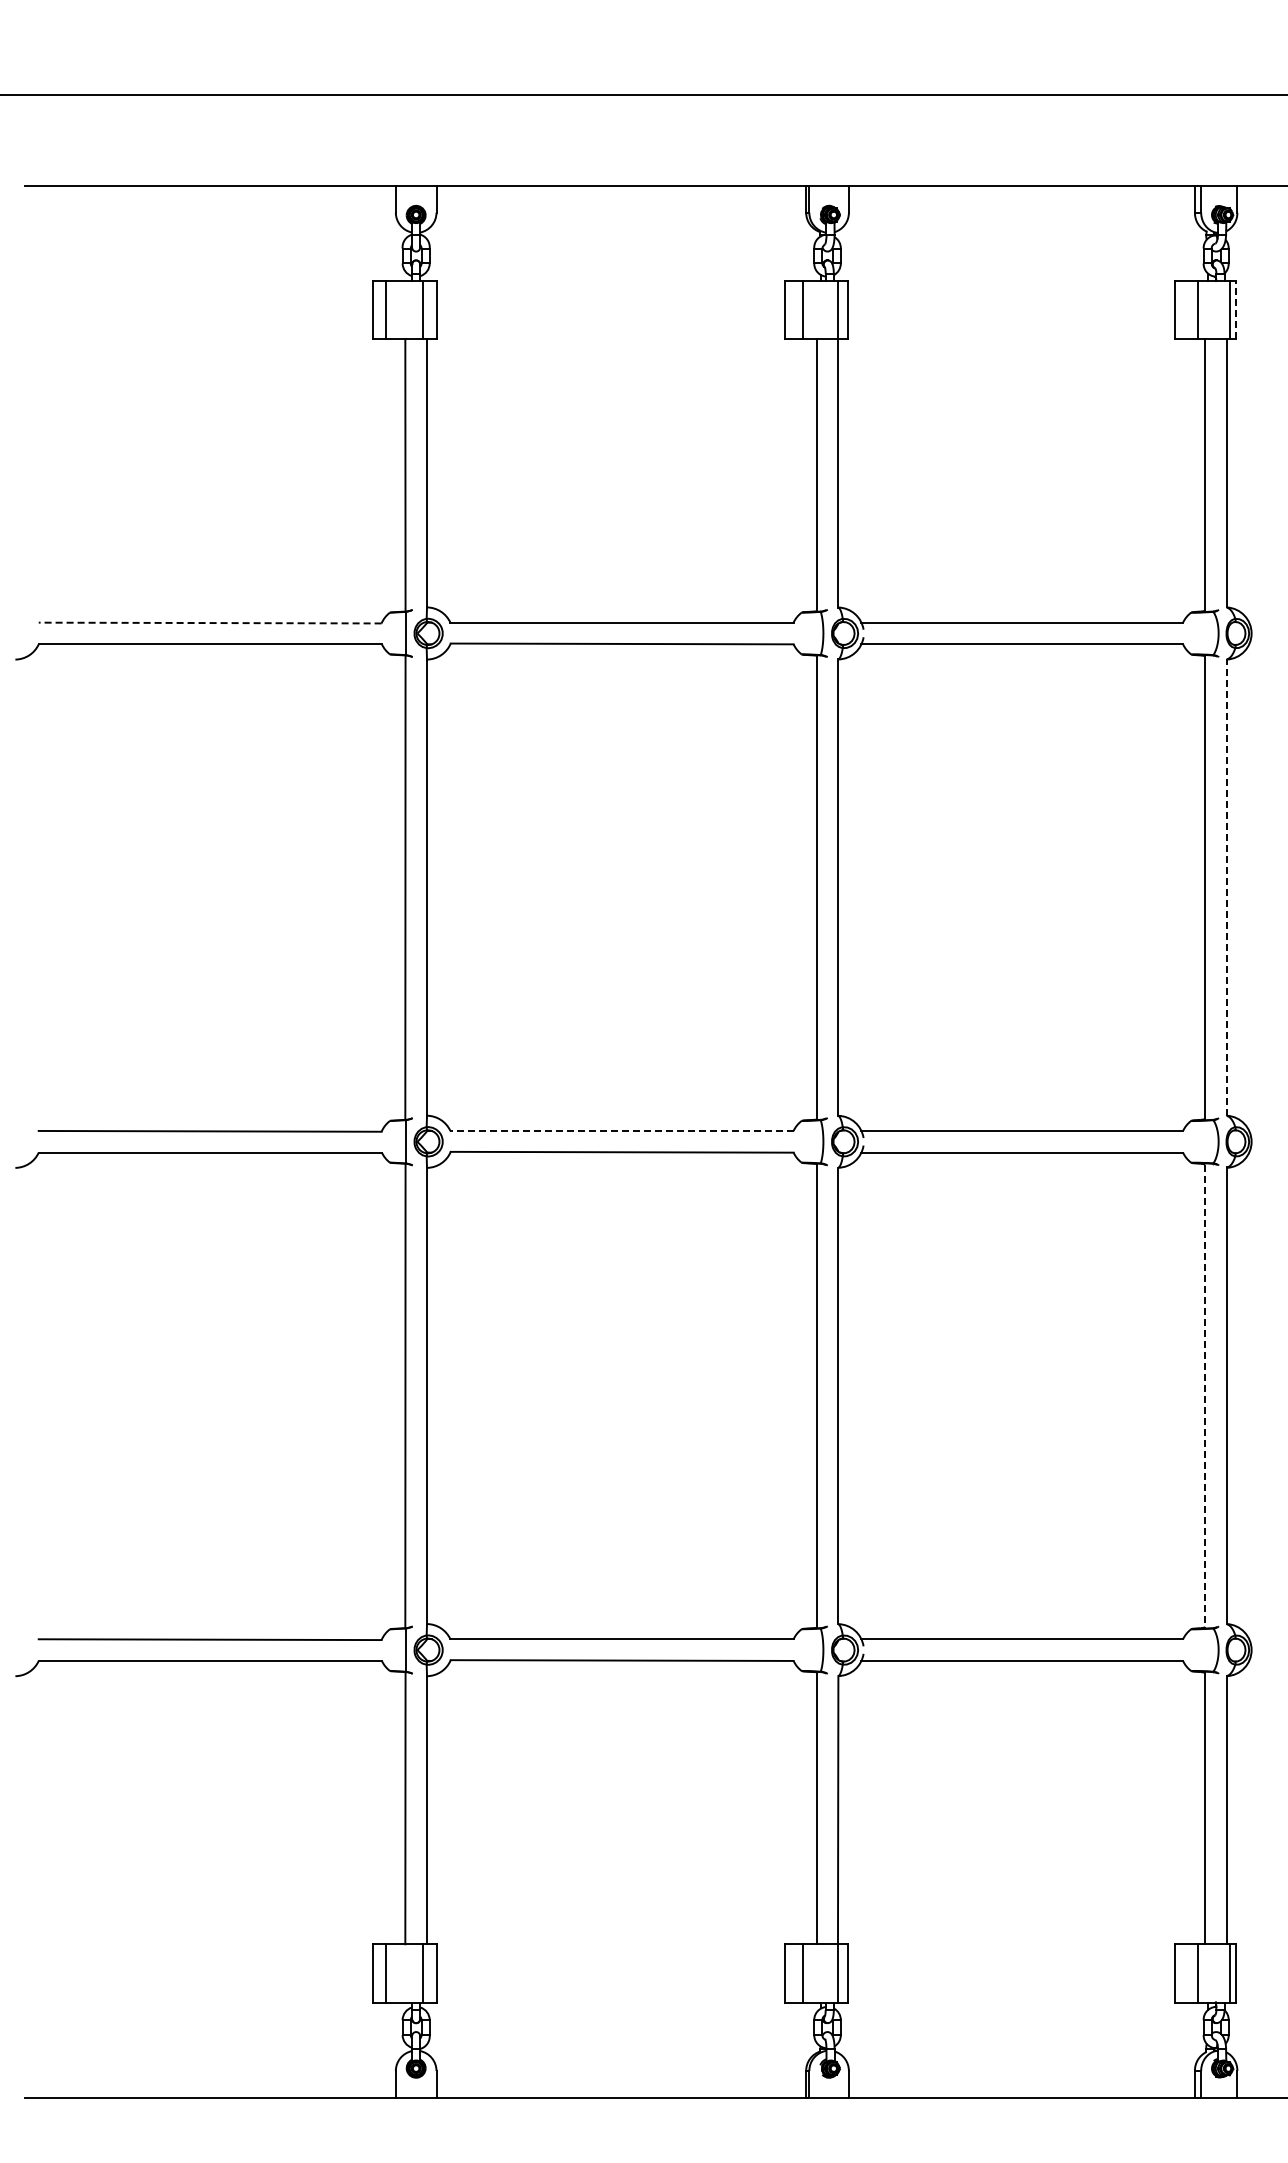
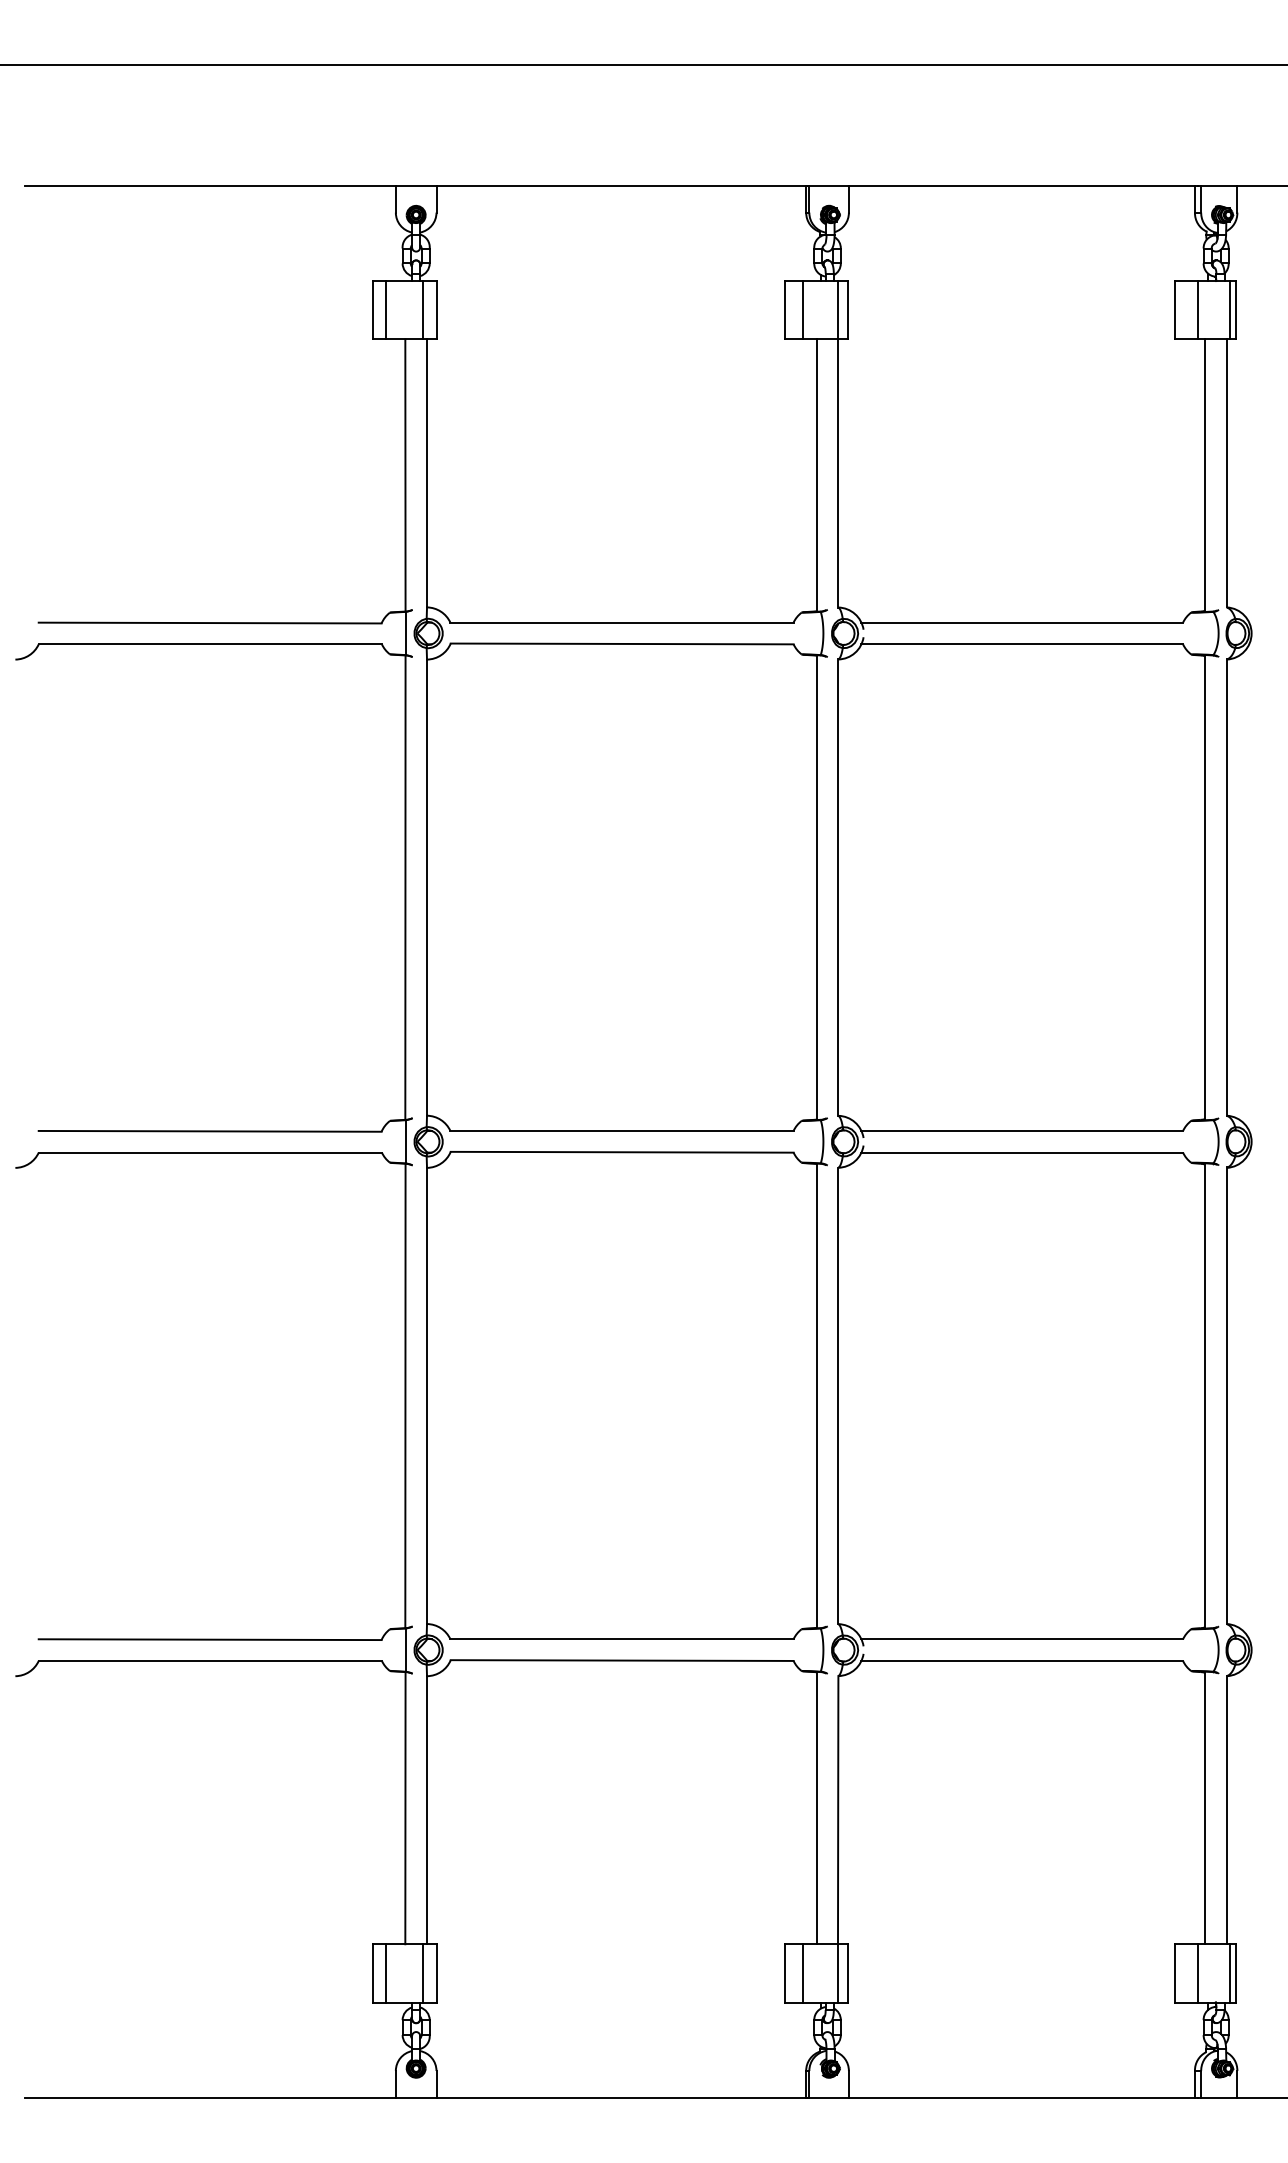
line at (643, 94) position: (643, 94) -> (643, 64)
line at (1236, 309): dashed -> solid
line at (209, 623): dashed -> solid
line at (1227, 886): dashed -> solid
line at (622, 1130): dashed -> solid
line at (1205, 1396): dashed -> solid
